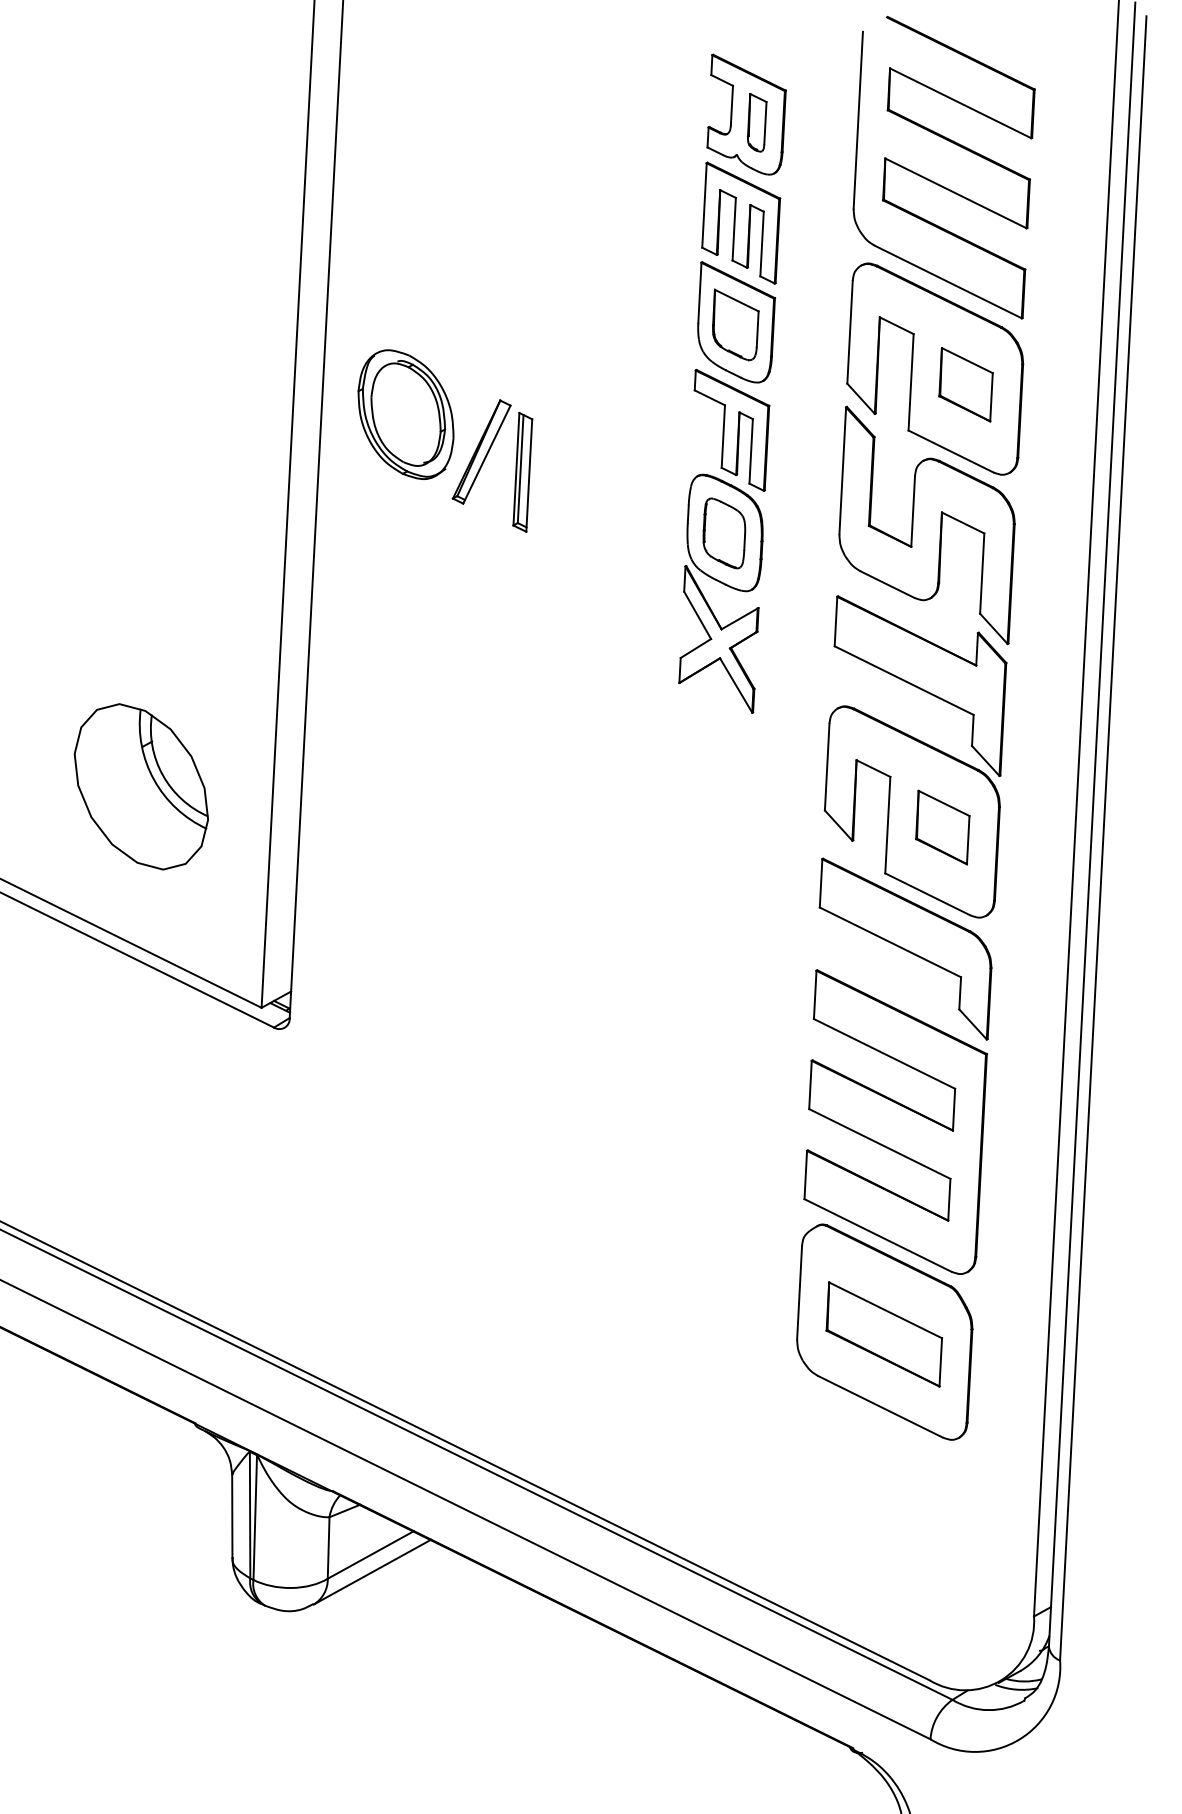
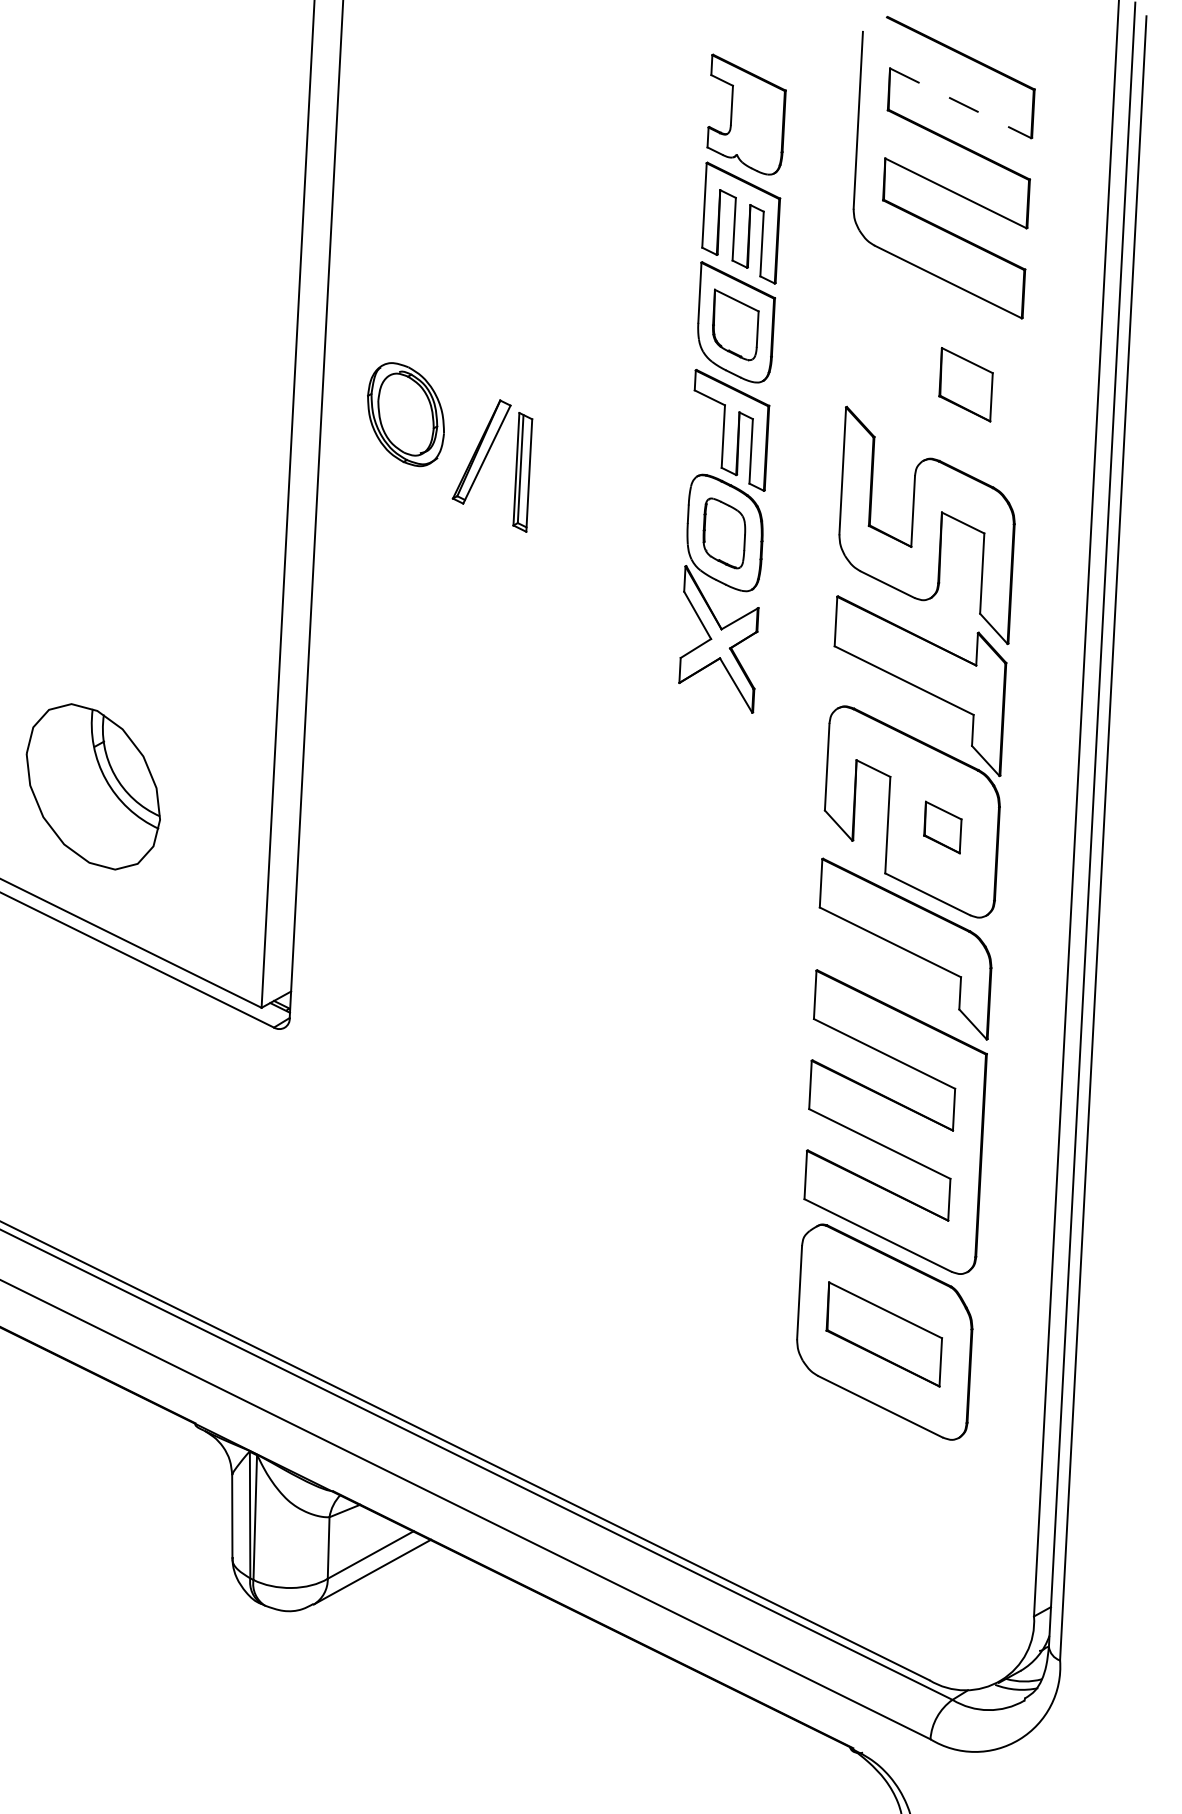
line at (960, 103): solid -> dashed
part at (757, 122): present -> none
part at (935, 368): present -> none
part at (405, 414) size: 98x131 px -> 78x106 px
part at (140, 786) position: (140, 786) -> (92, 786)
part at (942, 827) size: 56x77 px -> 40x55 px
